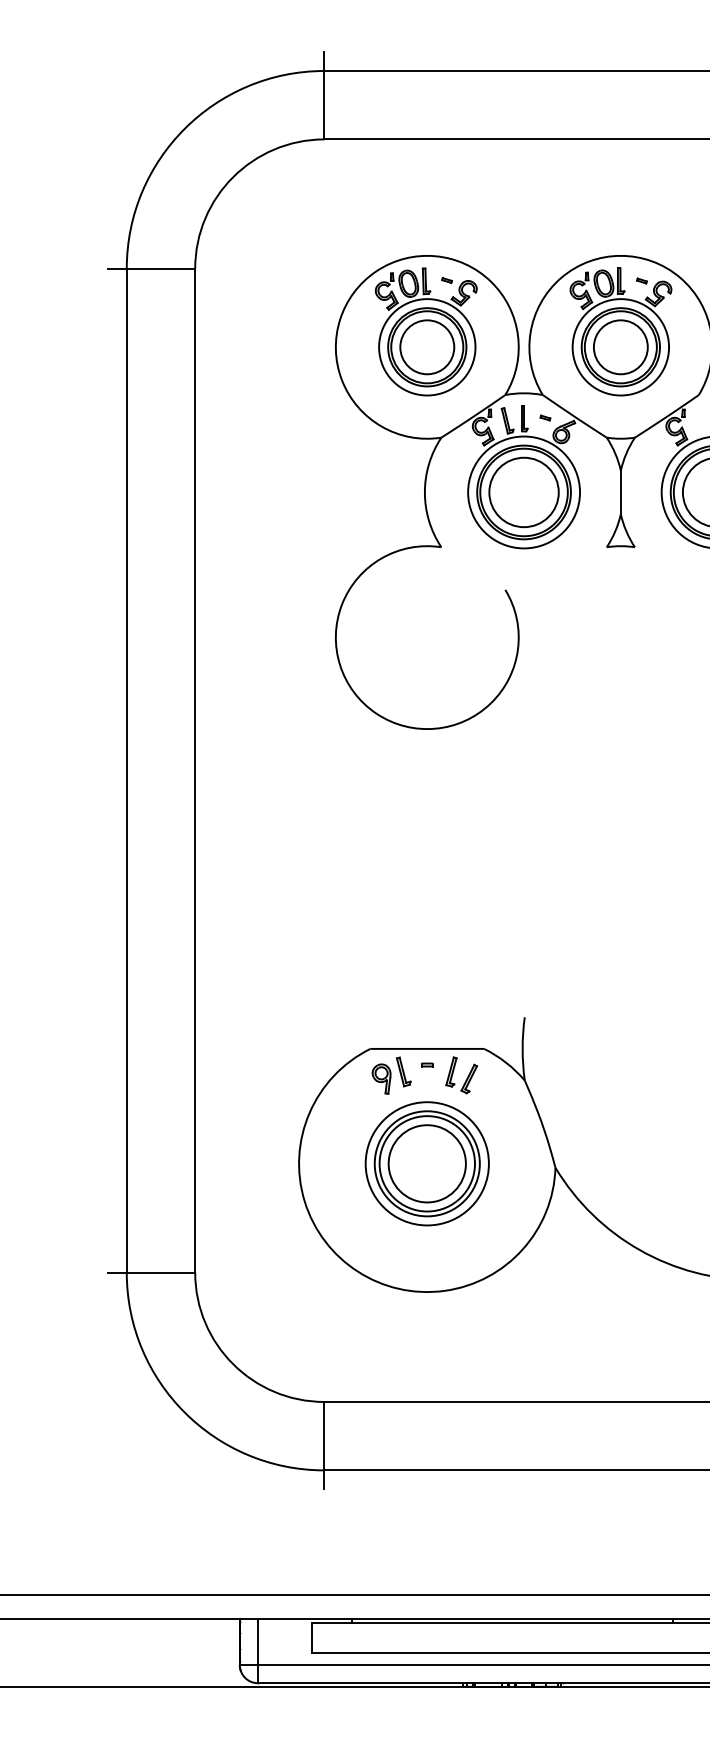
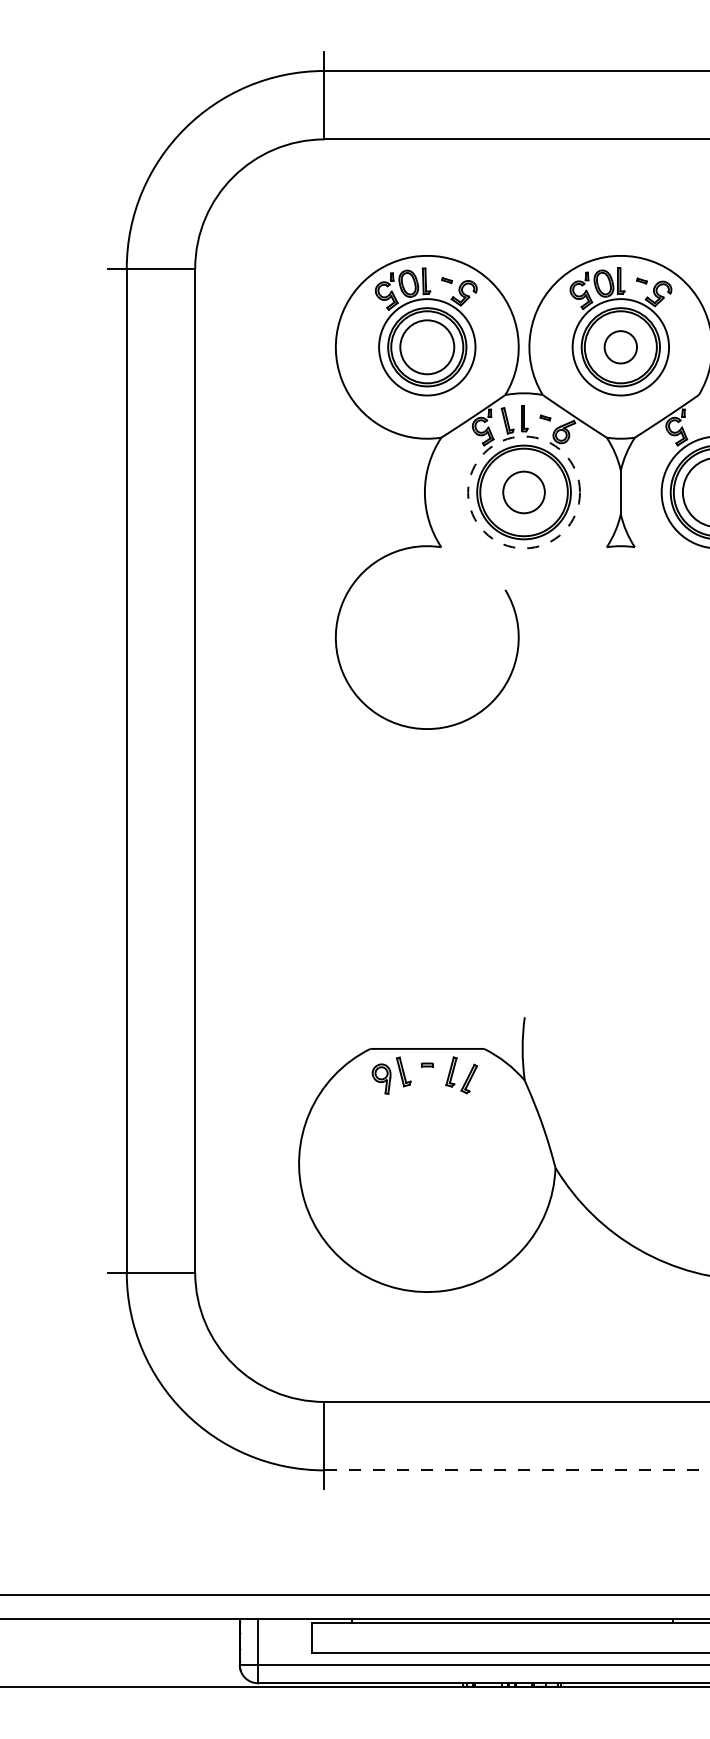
circle at (620, 347) diameter: 54 px -> 32 px
circle at (523, 492) diameter: 69 px -> 42 px
circle at (524, 492): solid -> dashed
part at (426, 1163): present -> none
line at (516, 1470): solid -> dashed
